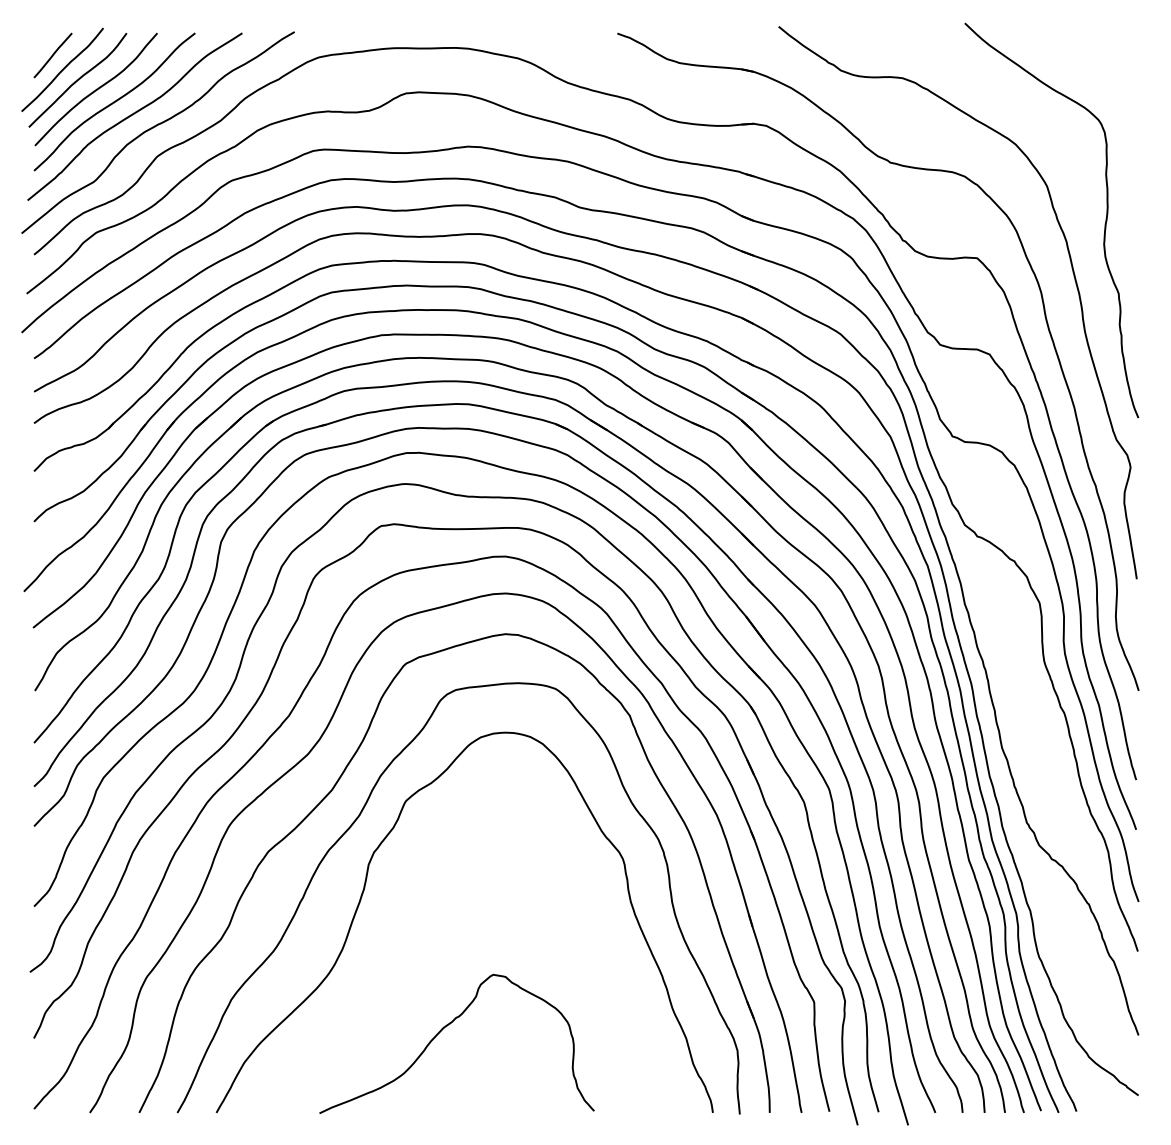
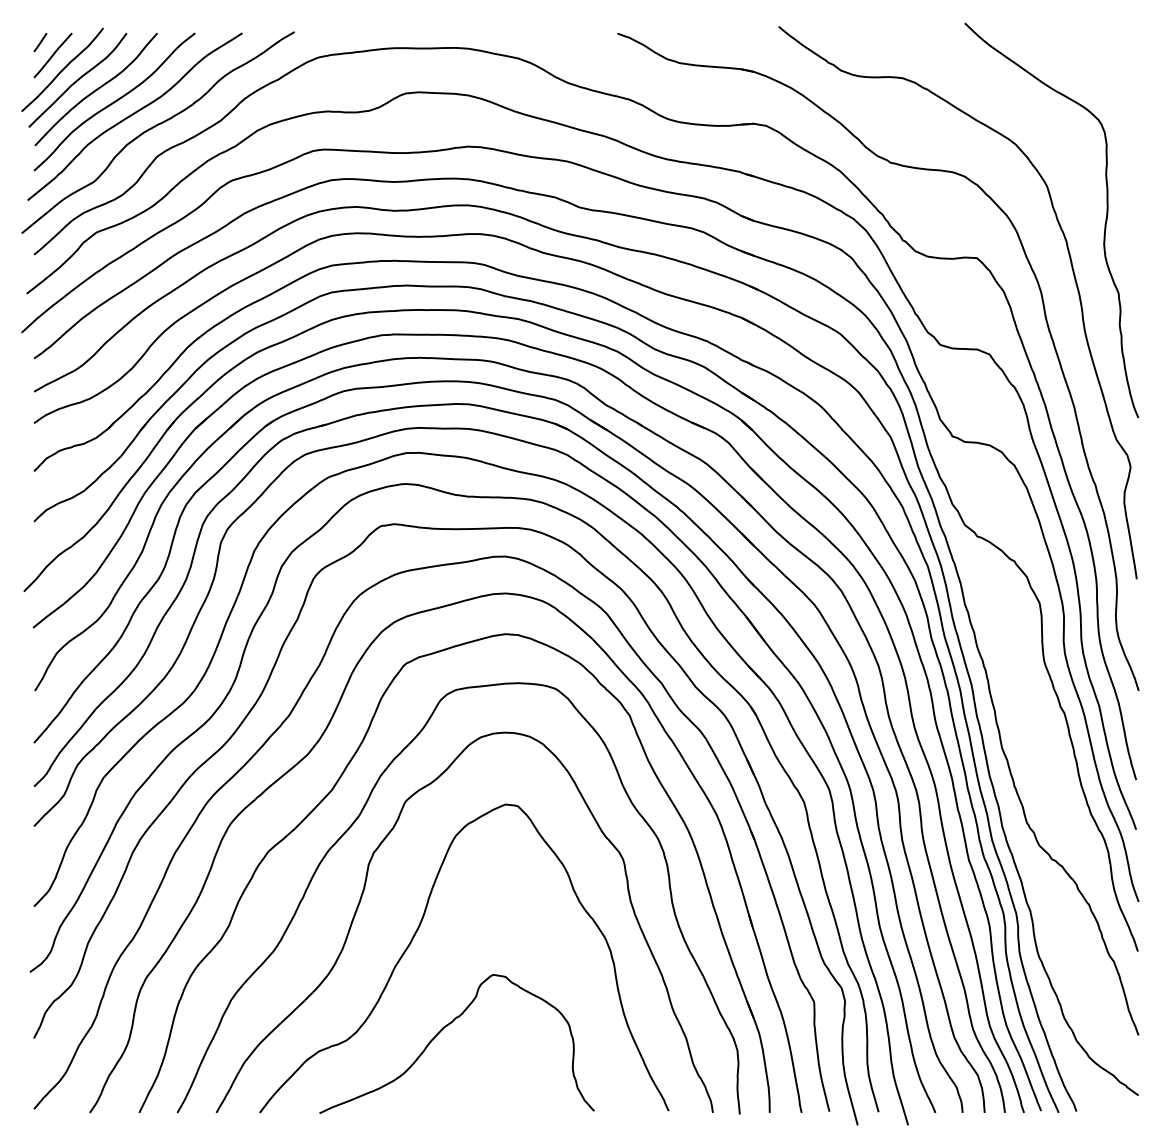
line at (40, 42): none -> present
curve at (418, 930): none -> present
